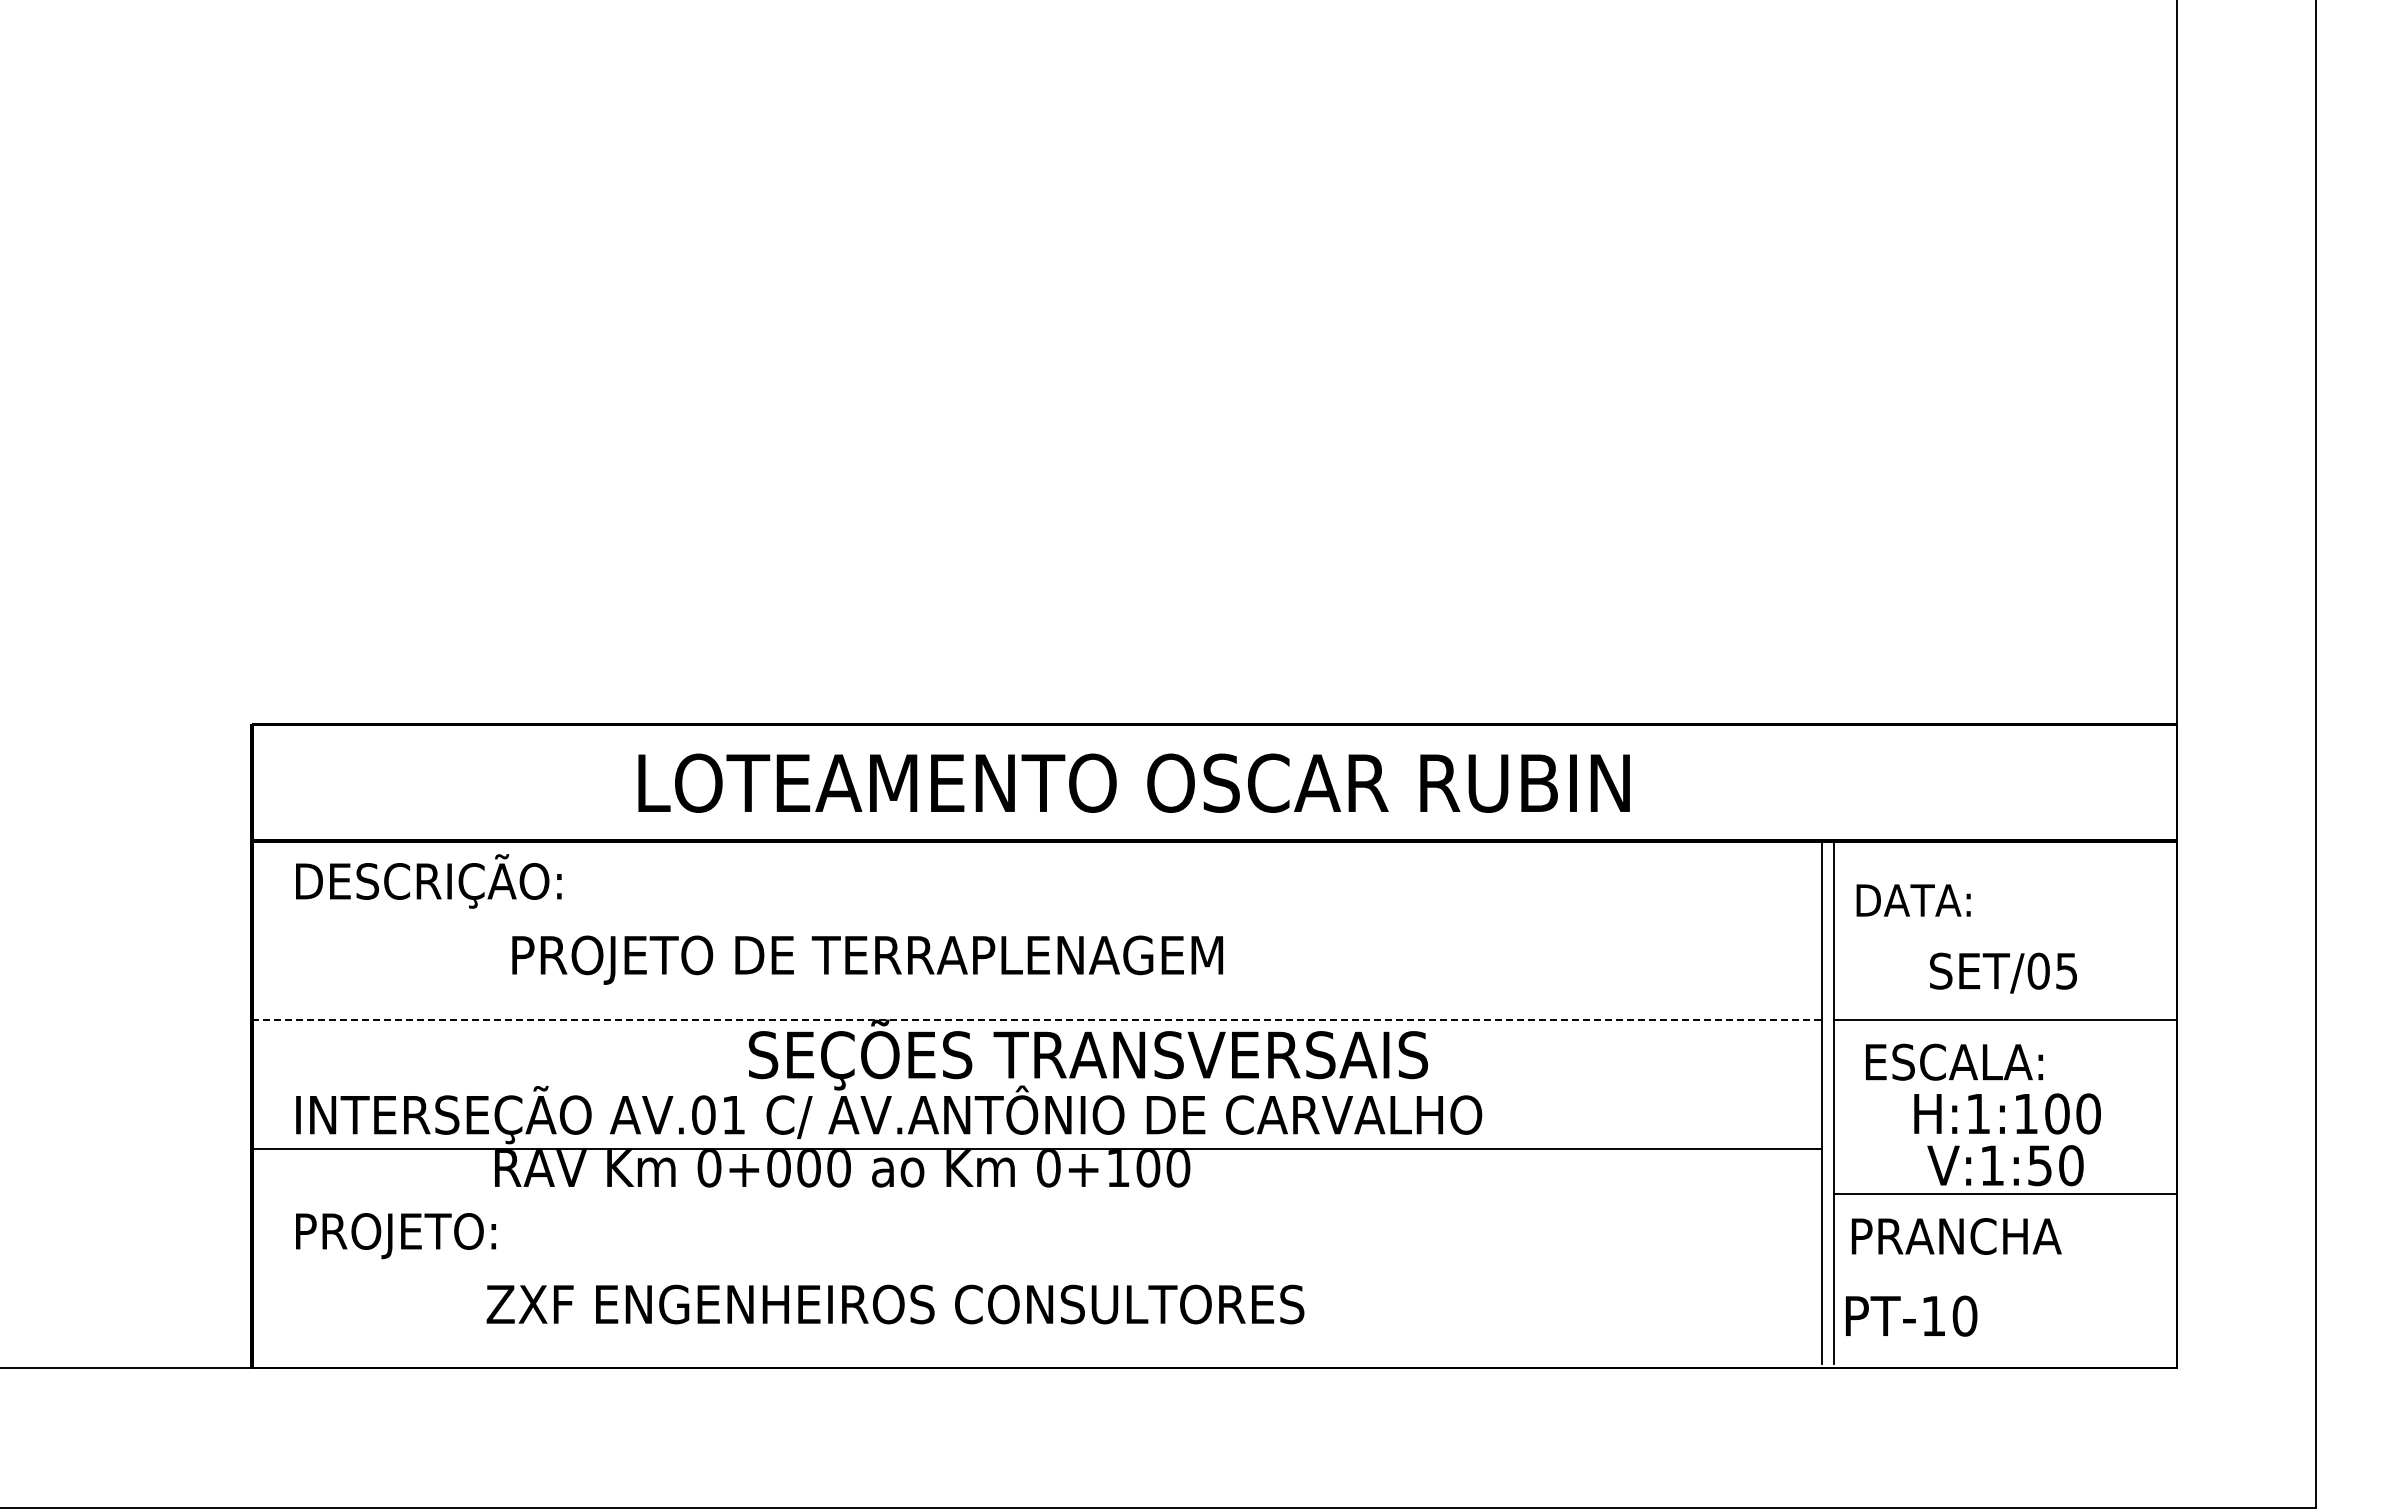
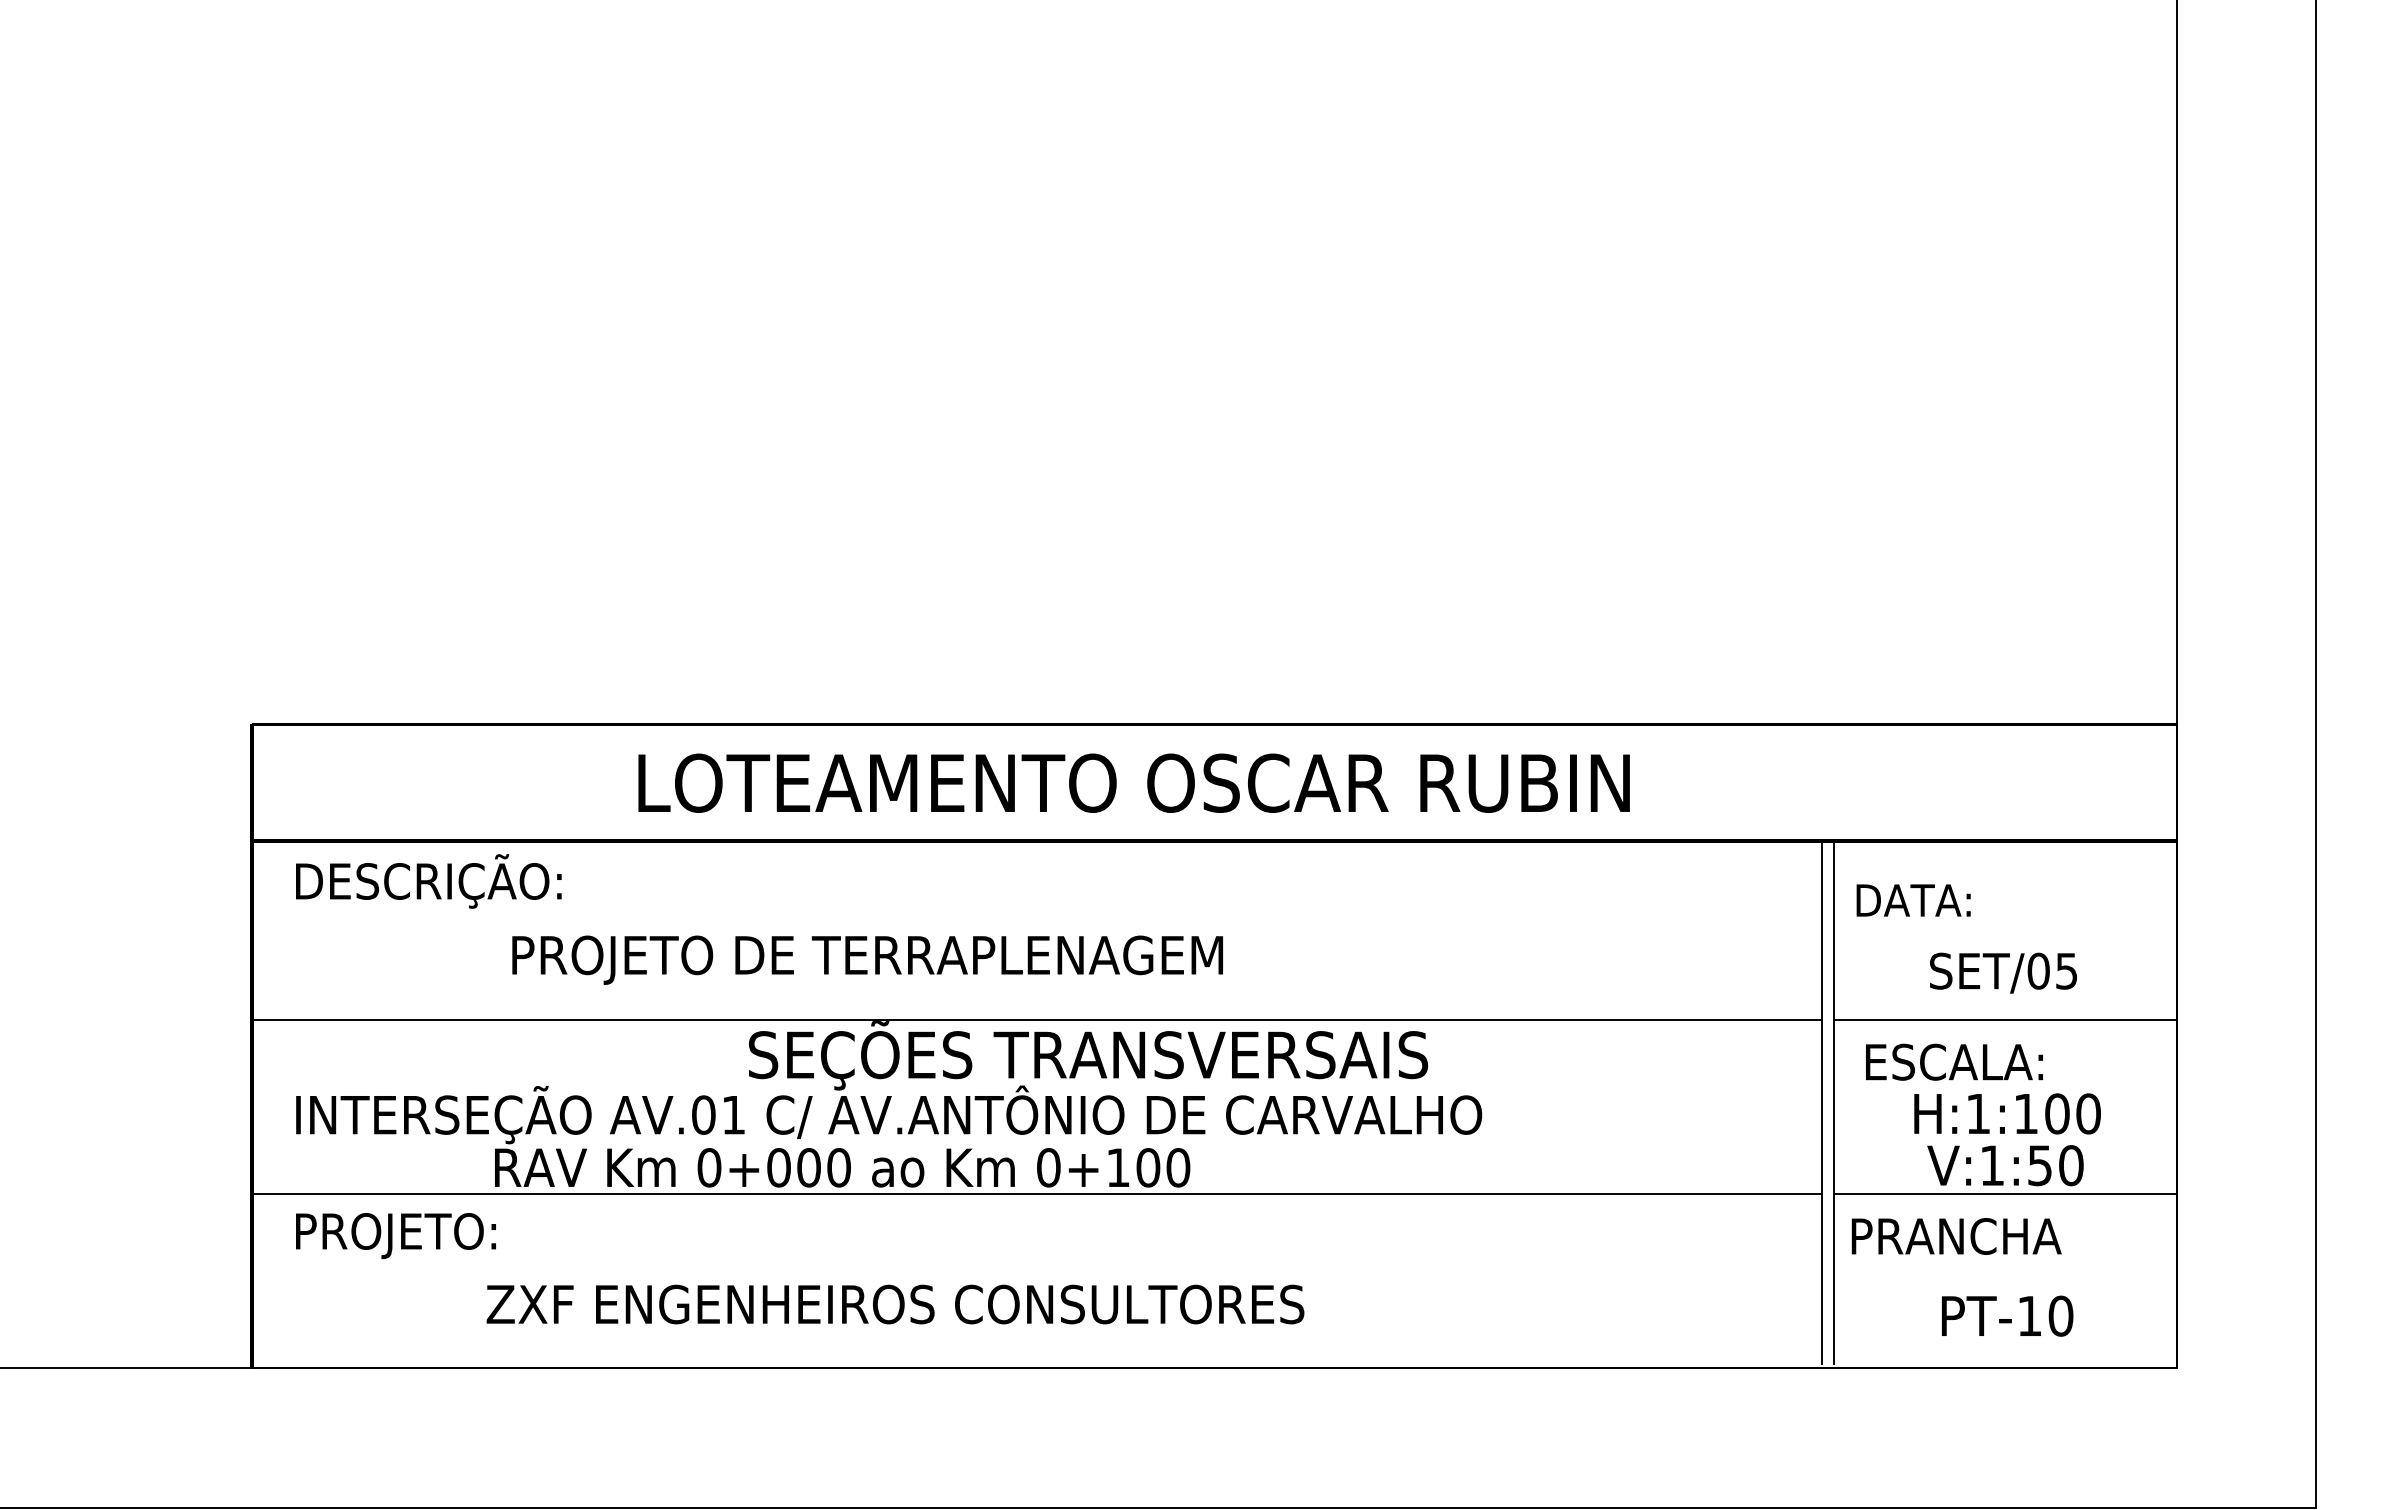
line at (1037, 1019): dashed -> solid
line at (1036, 1149) position: (1036, 1149) -> (1036, 1194)
text at (1911, 1315) position: (1911, 1315) -> (2007, 1315)
